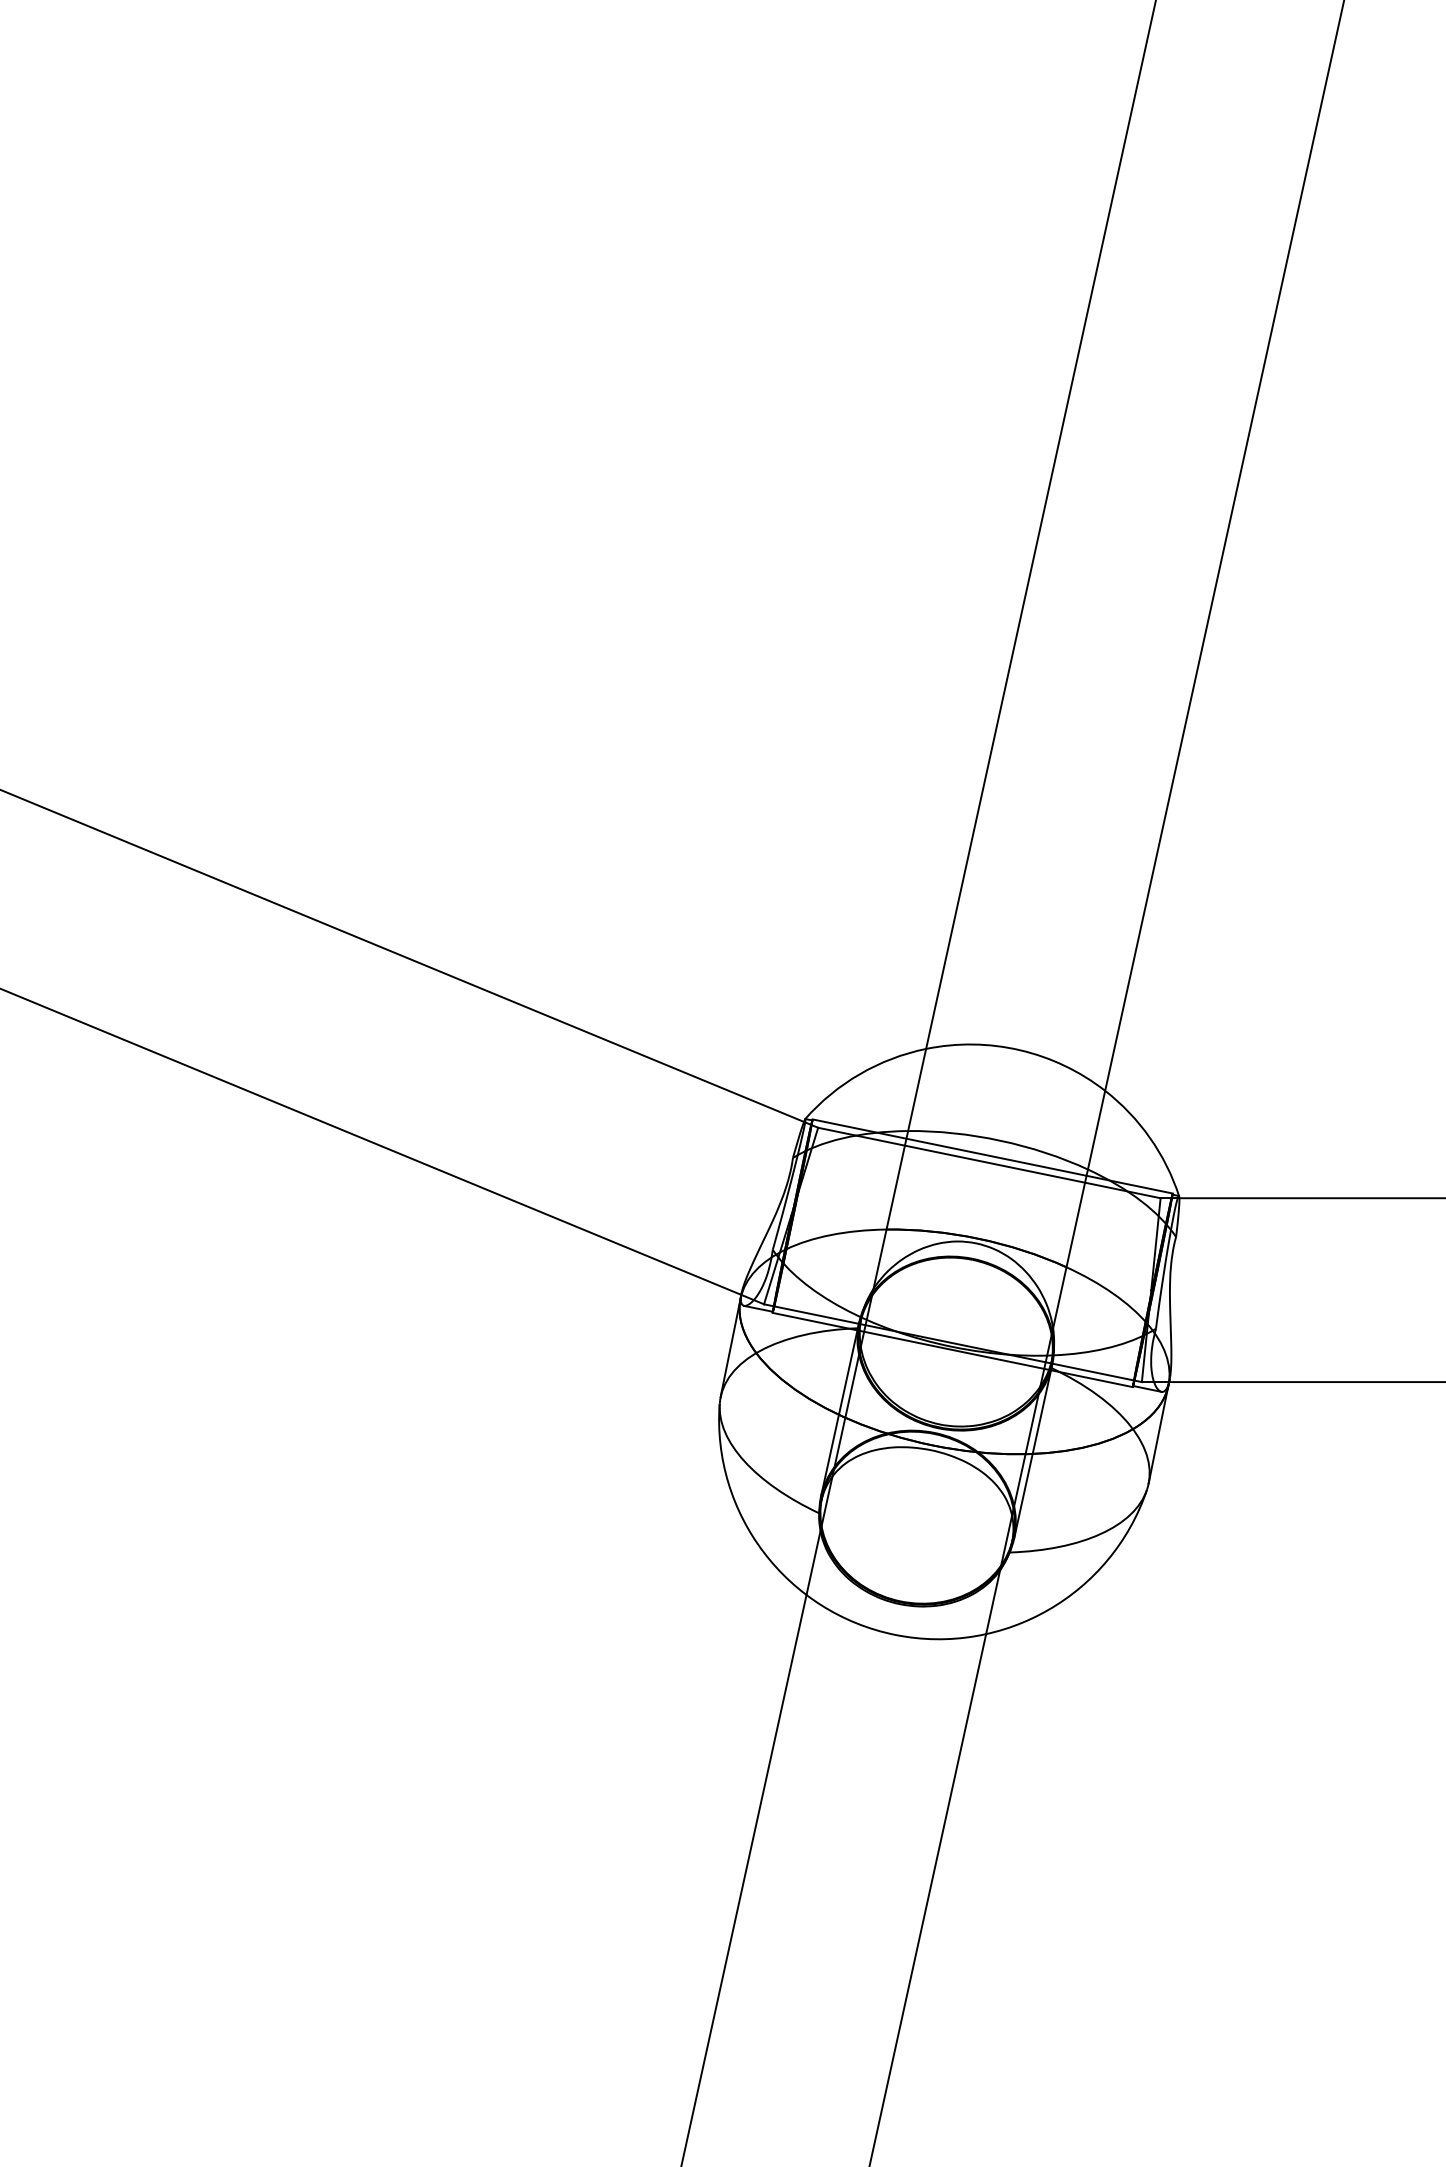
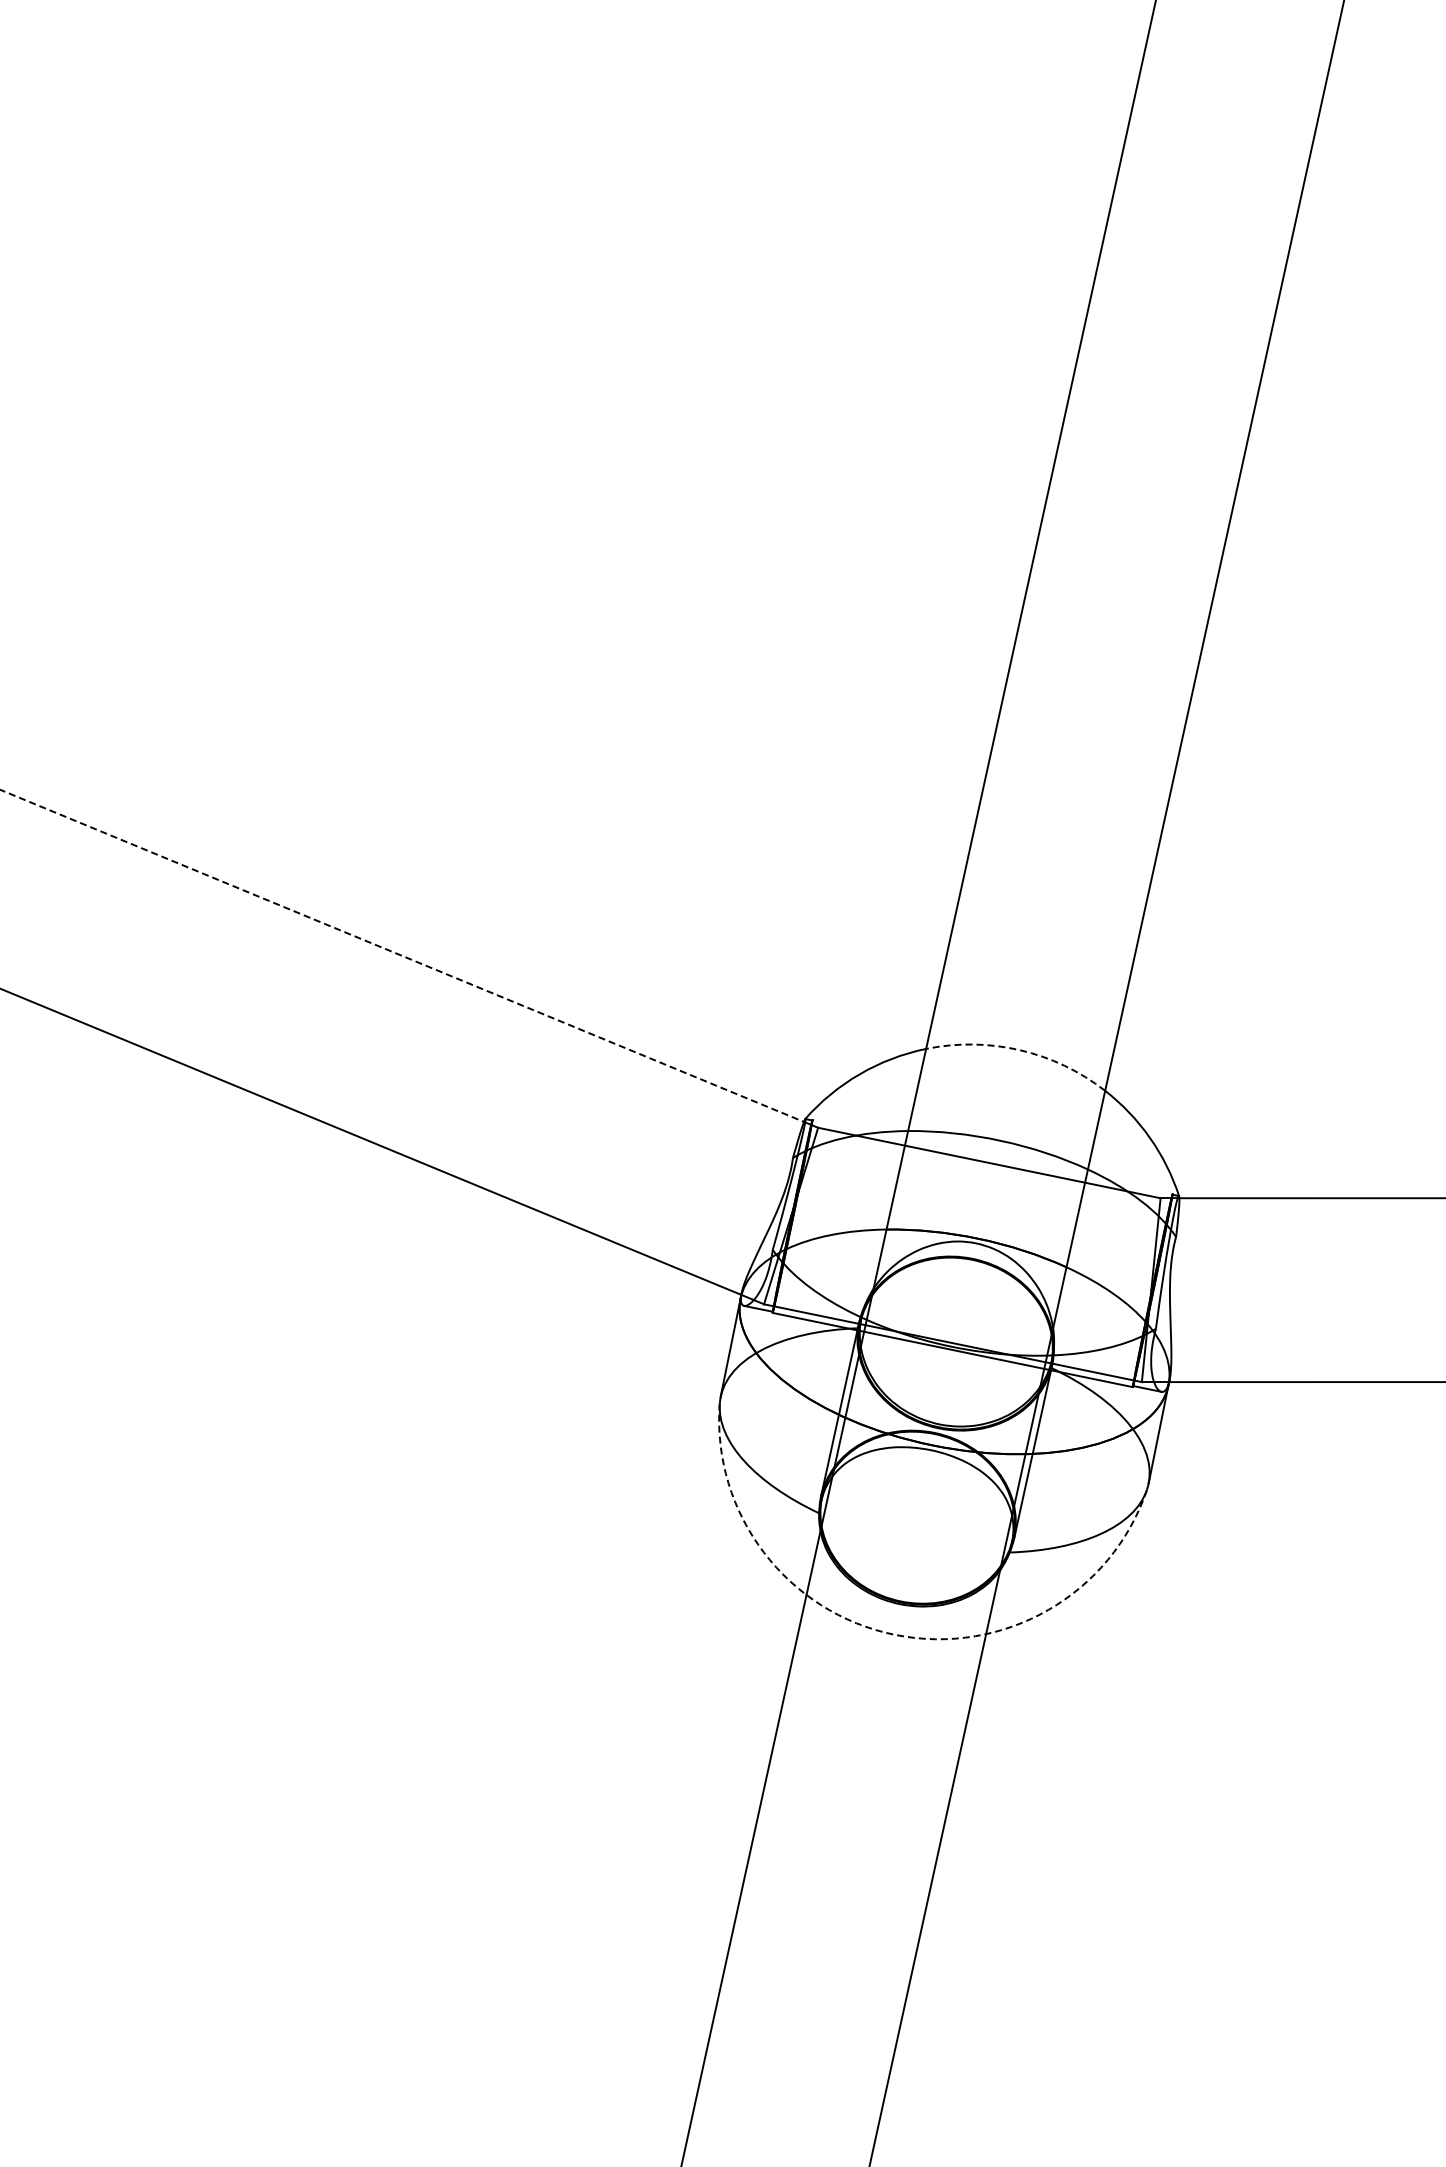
line at (402, 955): solid -> dashed
arc at (1020, 1050): solid -> dashed
line at (992, 1156): present -> none
arc at (895, 1634): solid -> dashed
